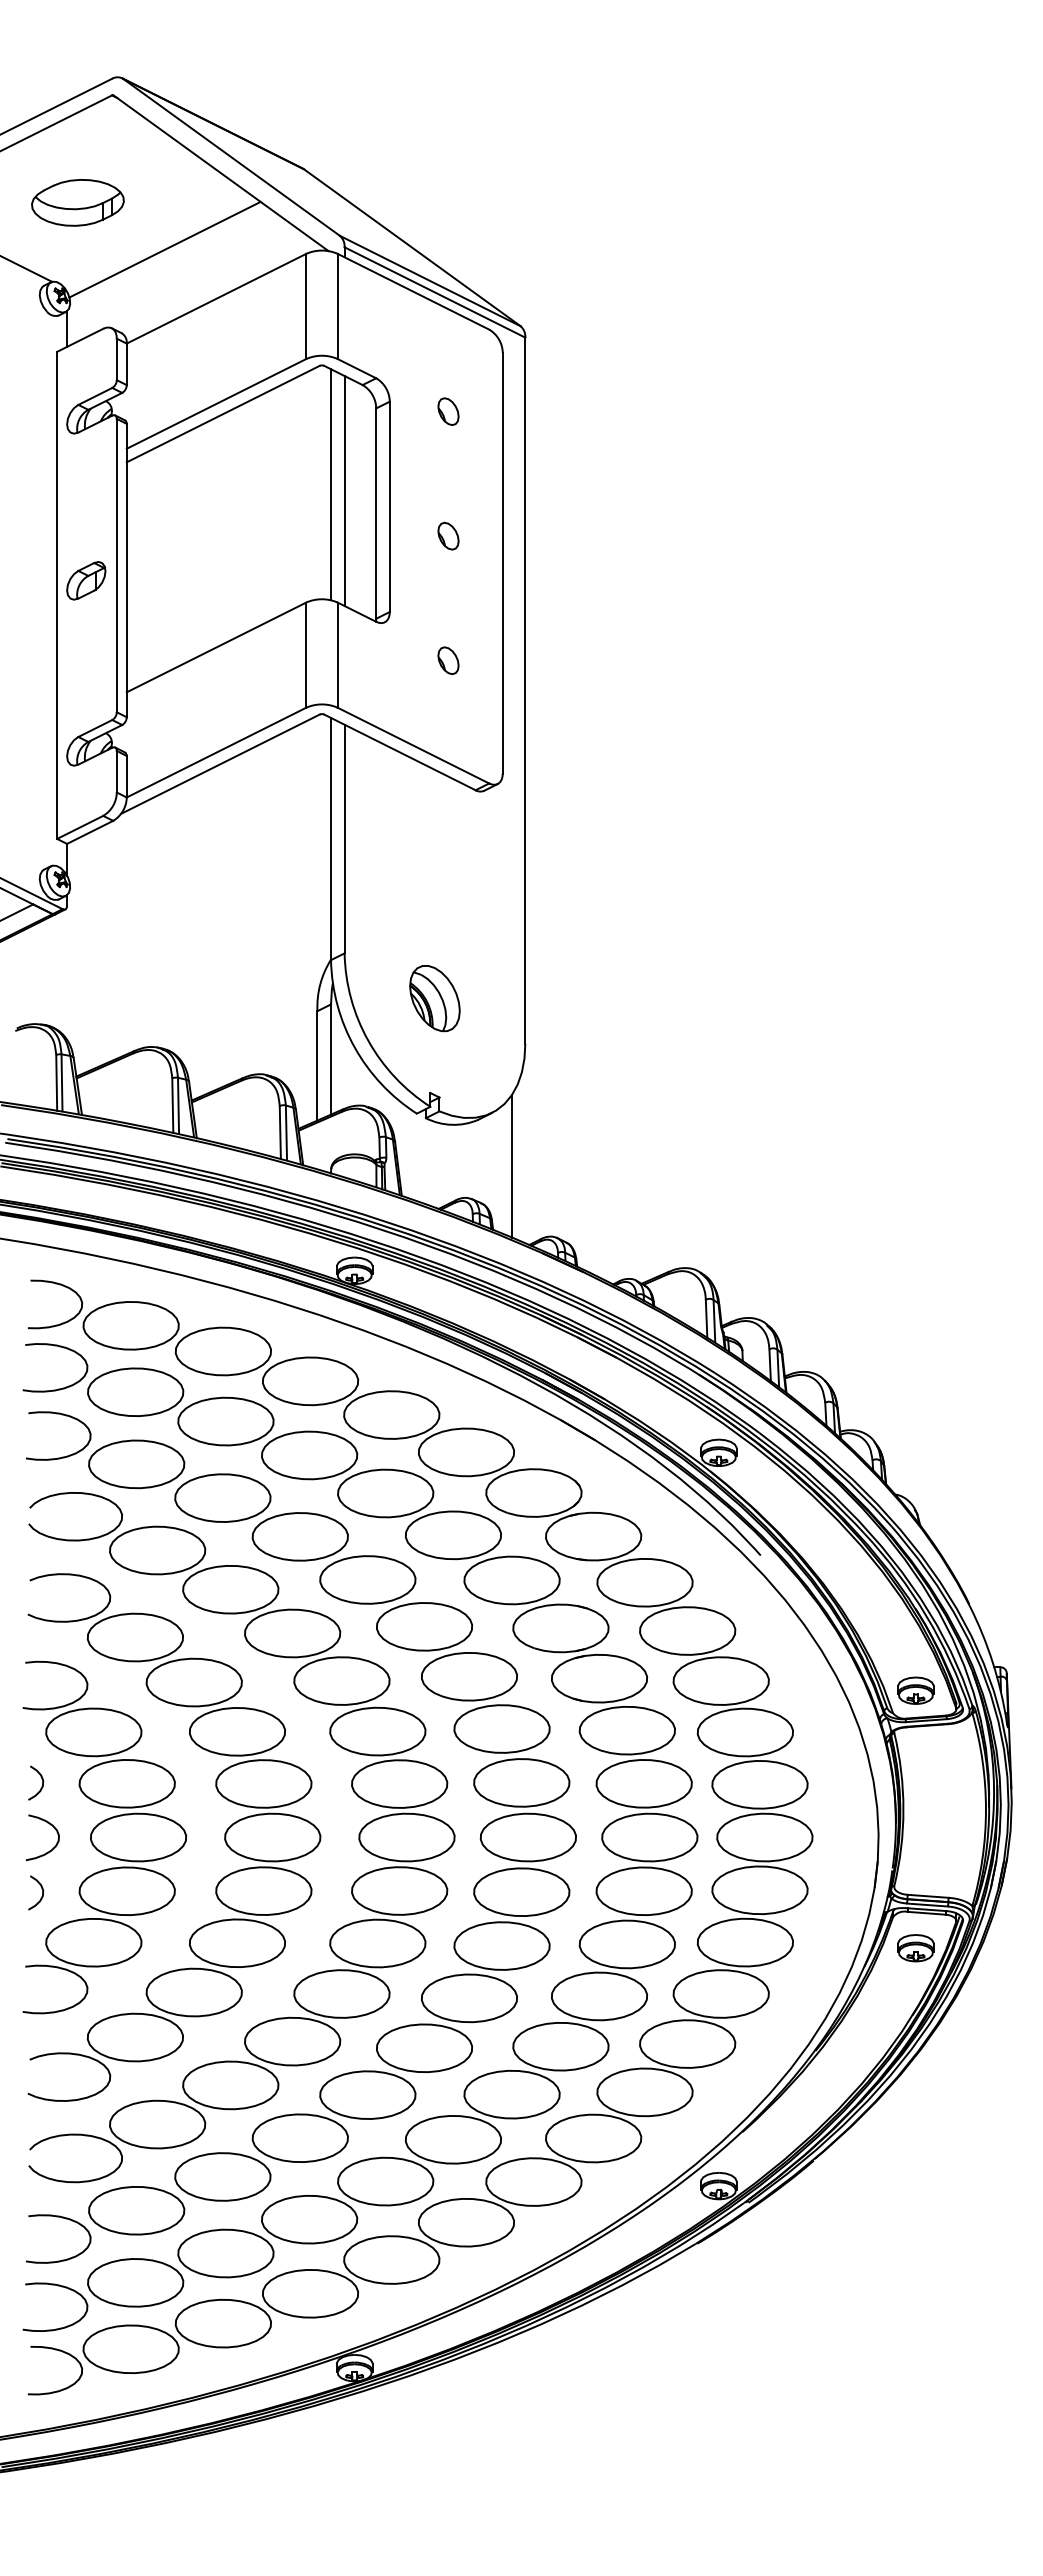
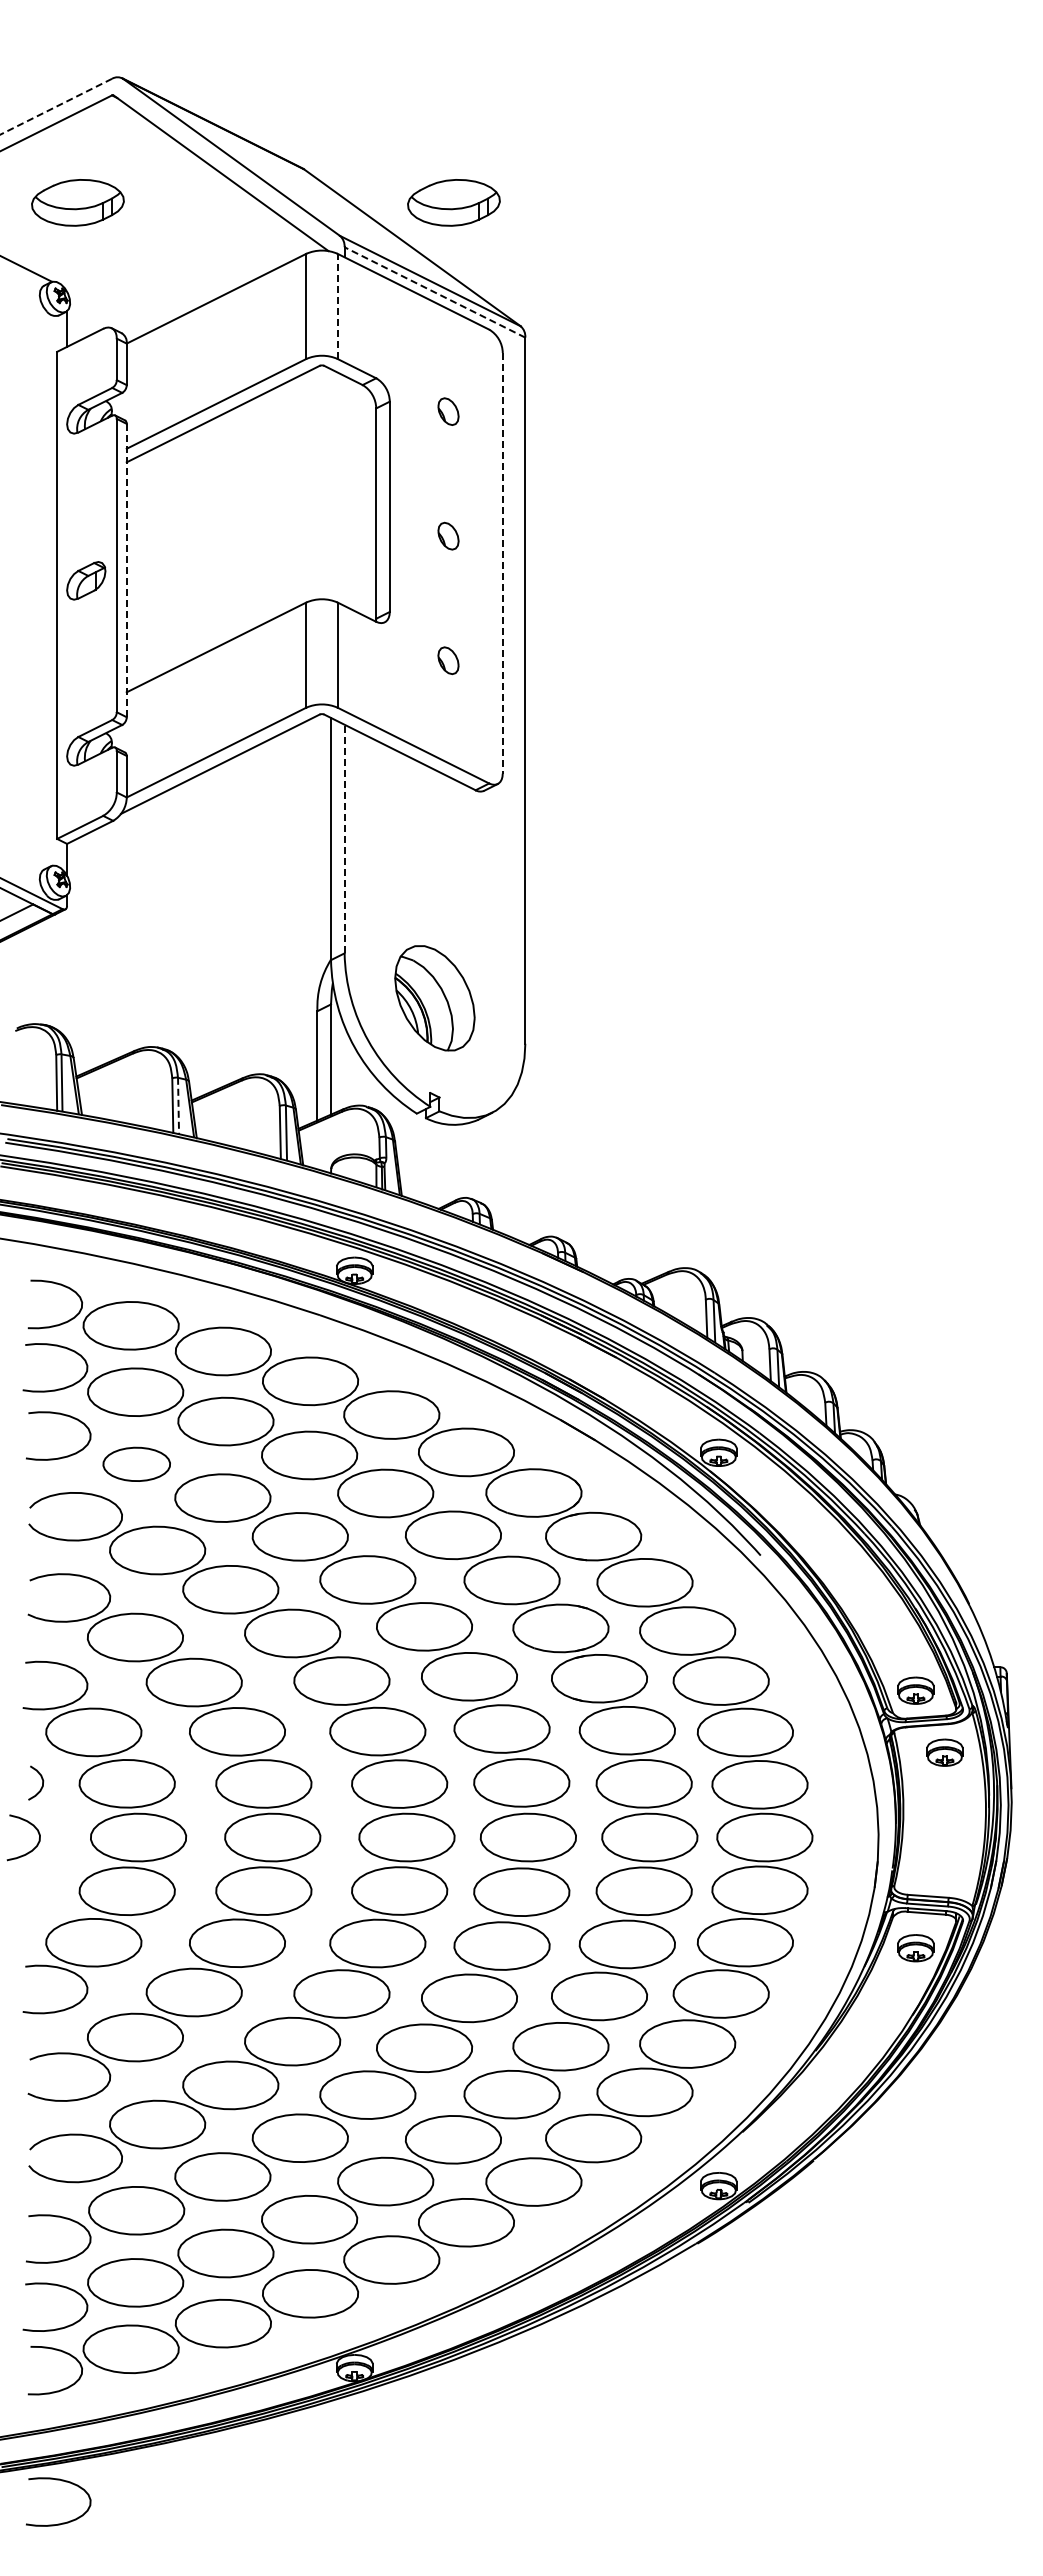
line at (55, 107): solid -> dashed
part at (453, 202): none -> present
line at (164, 249): present -> none
line at (434, 292): solid -> dashed
line at (337, 306): solid -> dashed
line at (331, 484): present -> none
line at (344, 491): present -> none
line at (502, 563): solid -> dashed
line at (126, 570): solid -> dashed
line at (344, 838): solid -> dashed
part at (434, 998) size: 52x68 px -> 82x107 px
line at (178, 1105): solid -> dashed
line at (511, 1166): present -> none
part at (136, 1464) size: 98x51 px -> 69x36 px
part at (944, 1752): none -> present
curve at (50, 1825) position: (50, 1825) -> (31, 1825)
curve at (41, 1889): present -> none
curve at (65, 2482): none -> present
